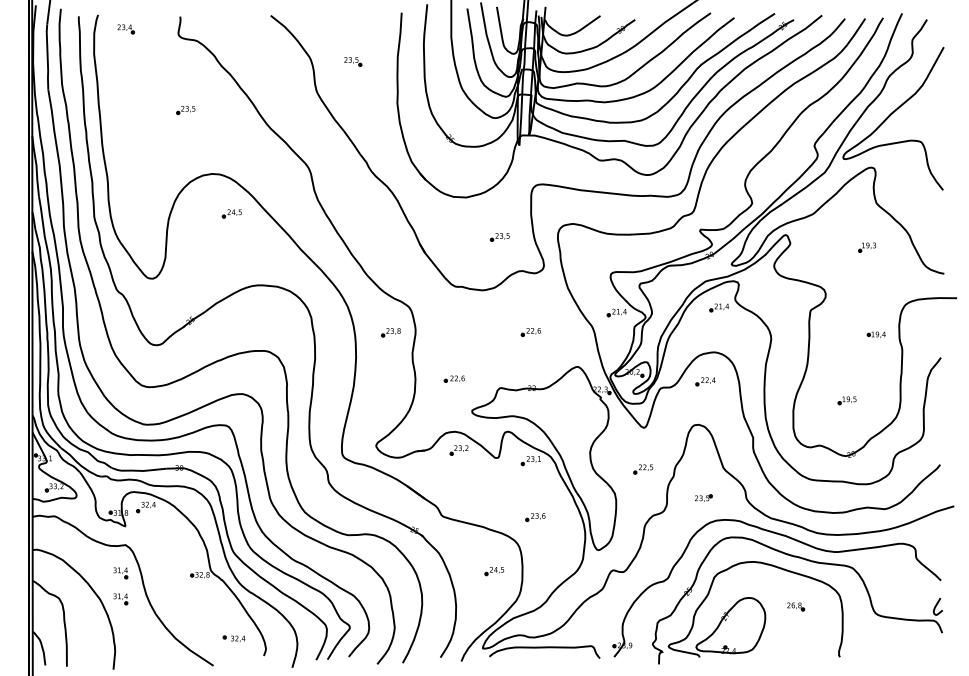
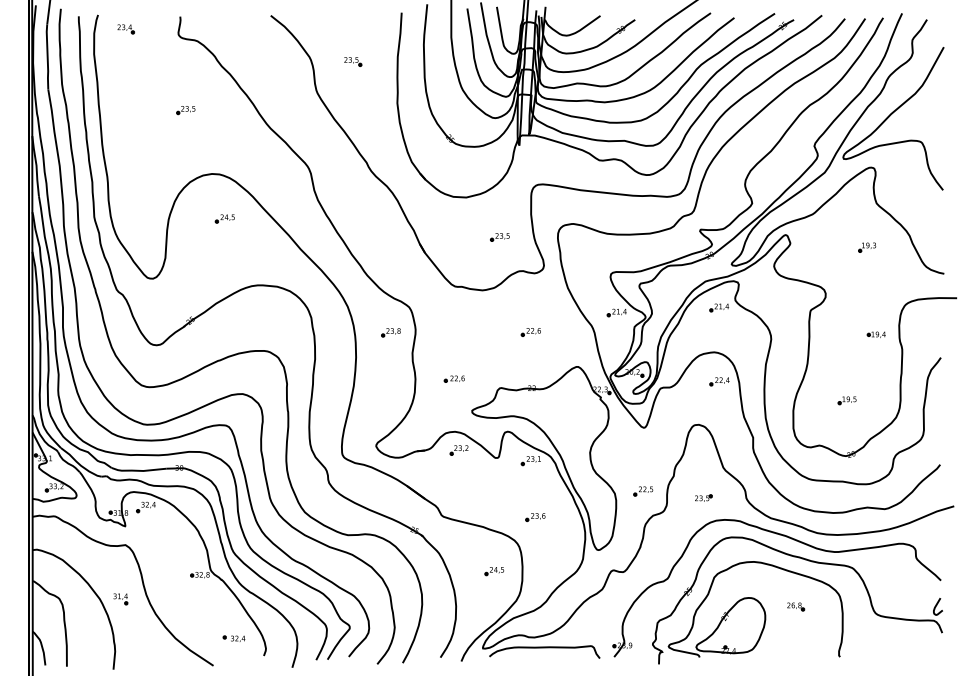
part at (231, 213) position: (231, 213) -> (224, 218)
part at (705, 381) position: (705, 381) -> (719, 381)
part at (643, 469) position: (643, 469) -> (643, 491)
part at (120, 573): present -> none
